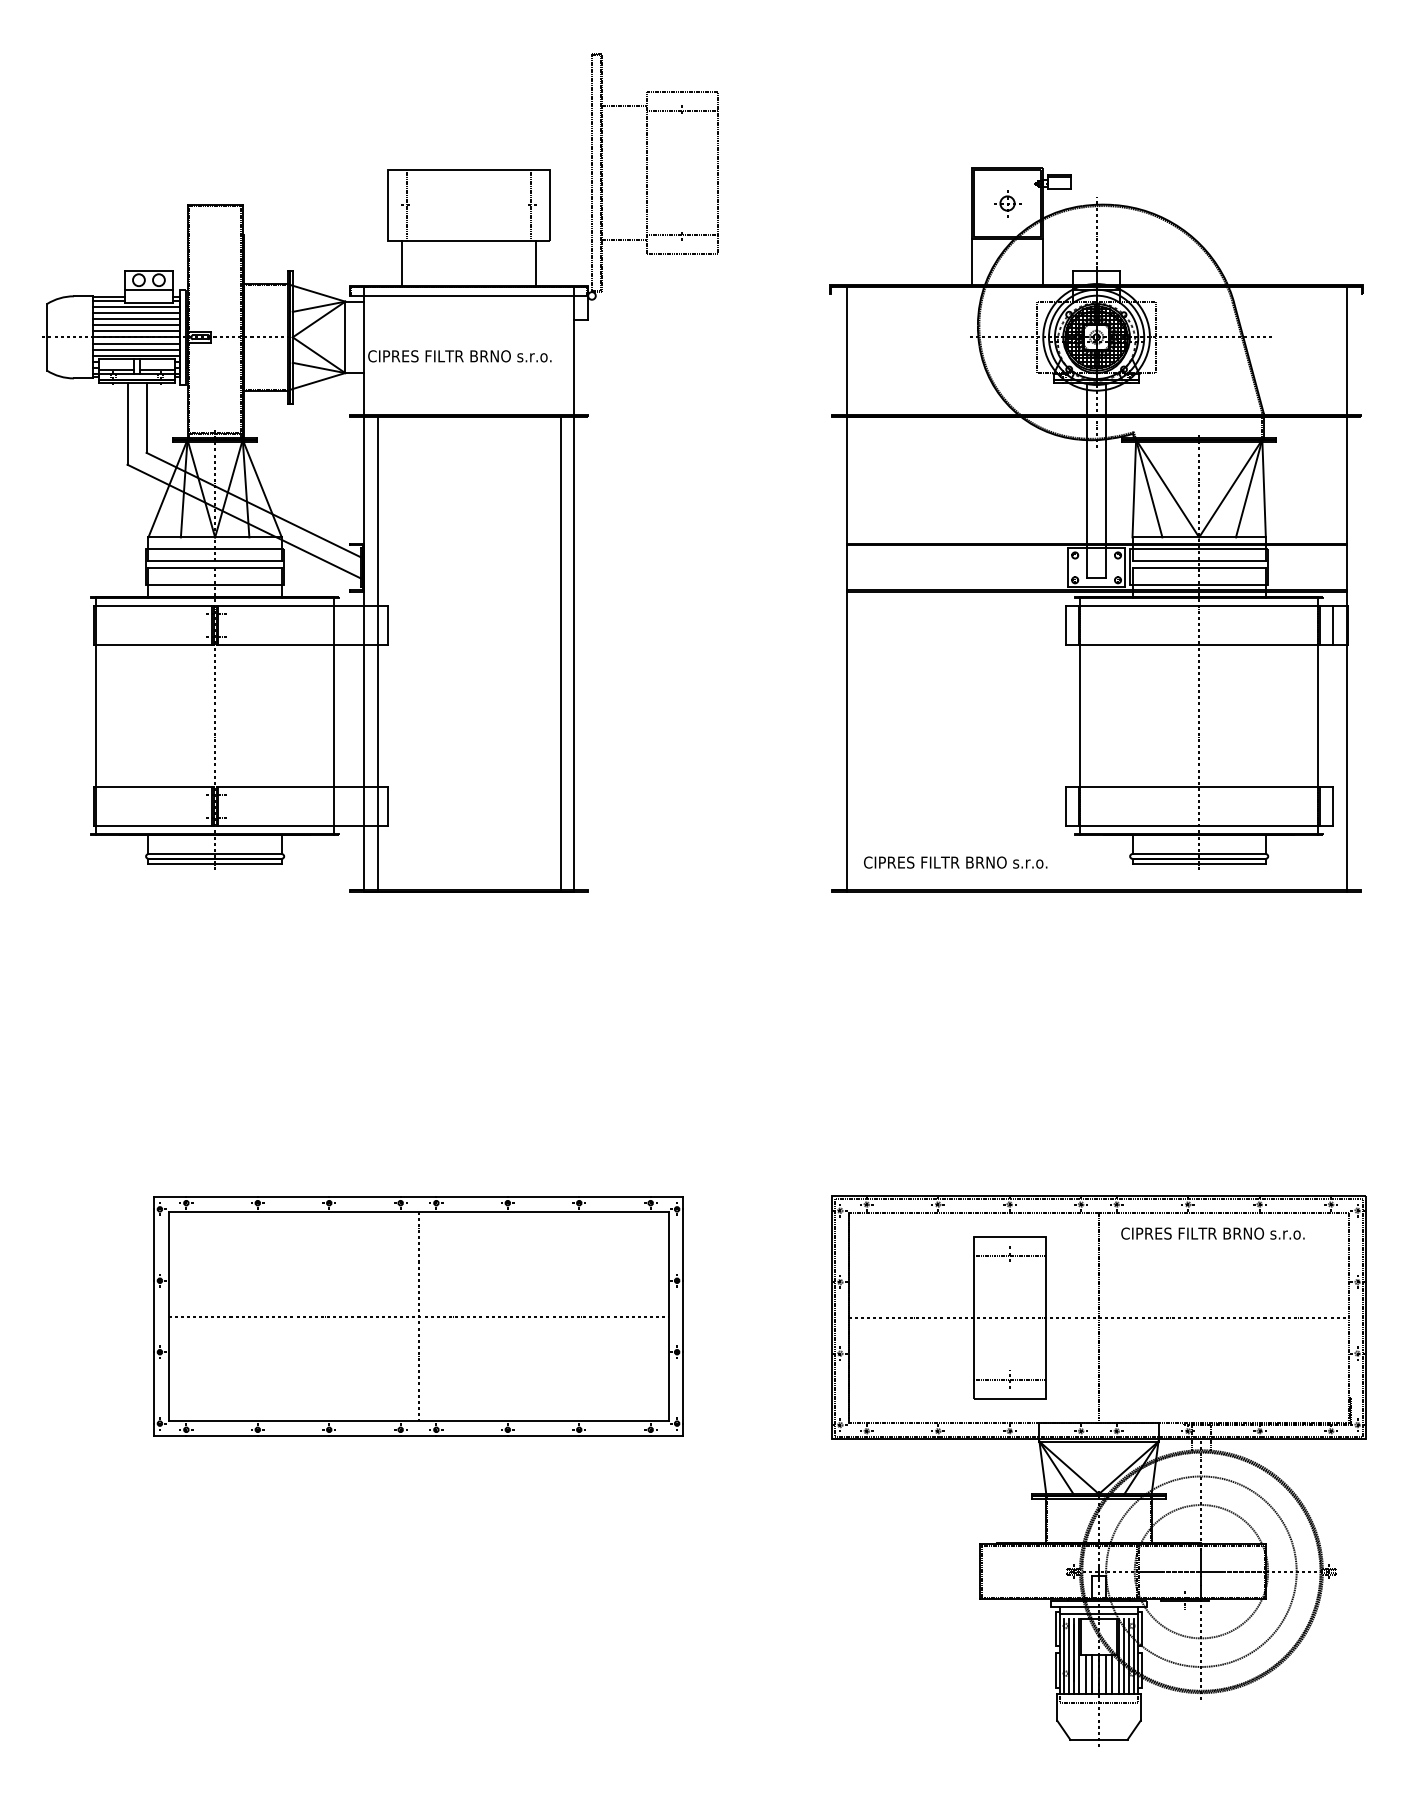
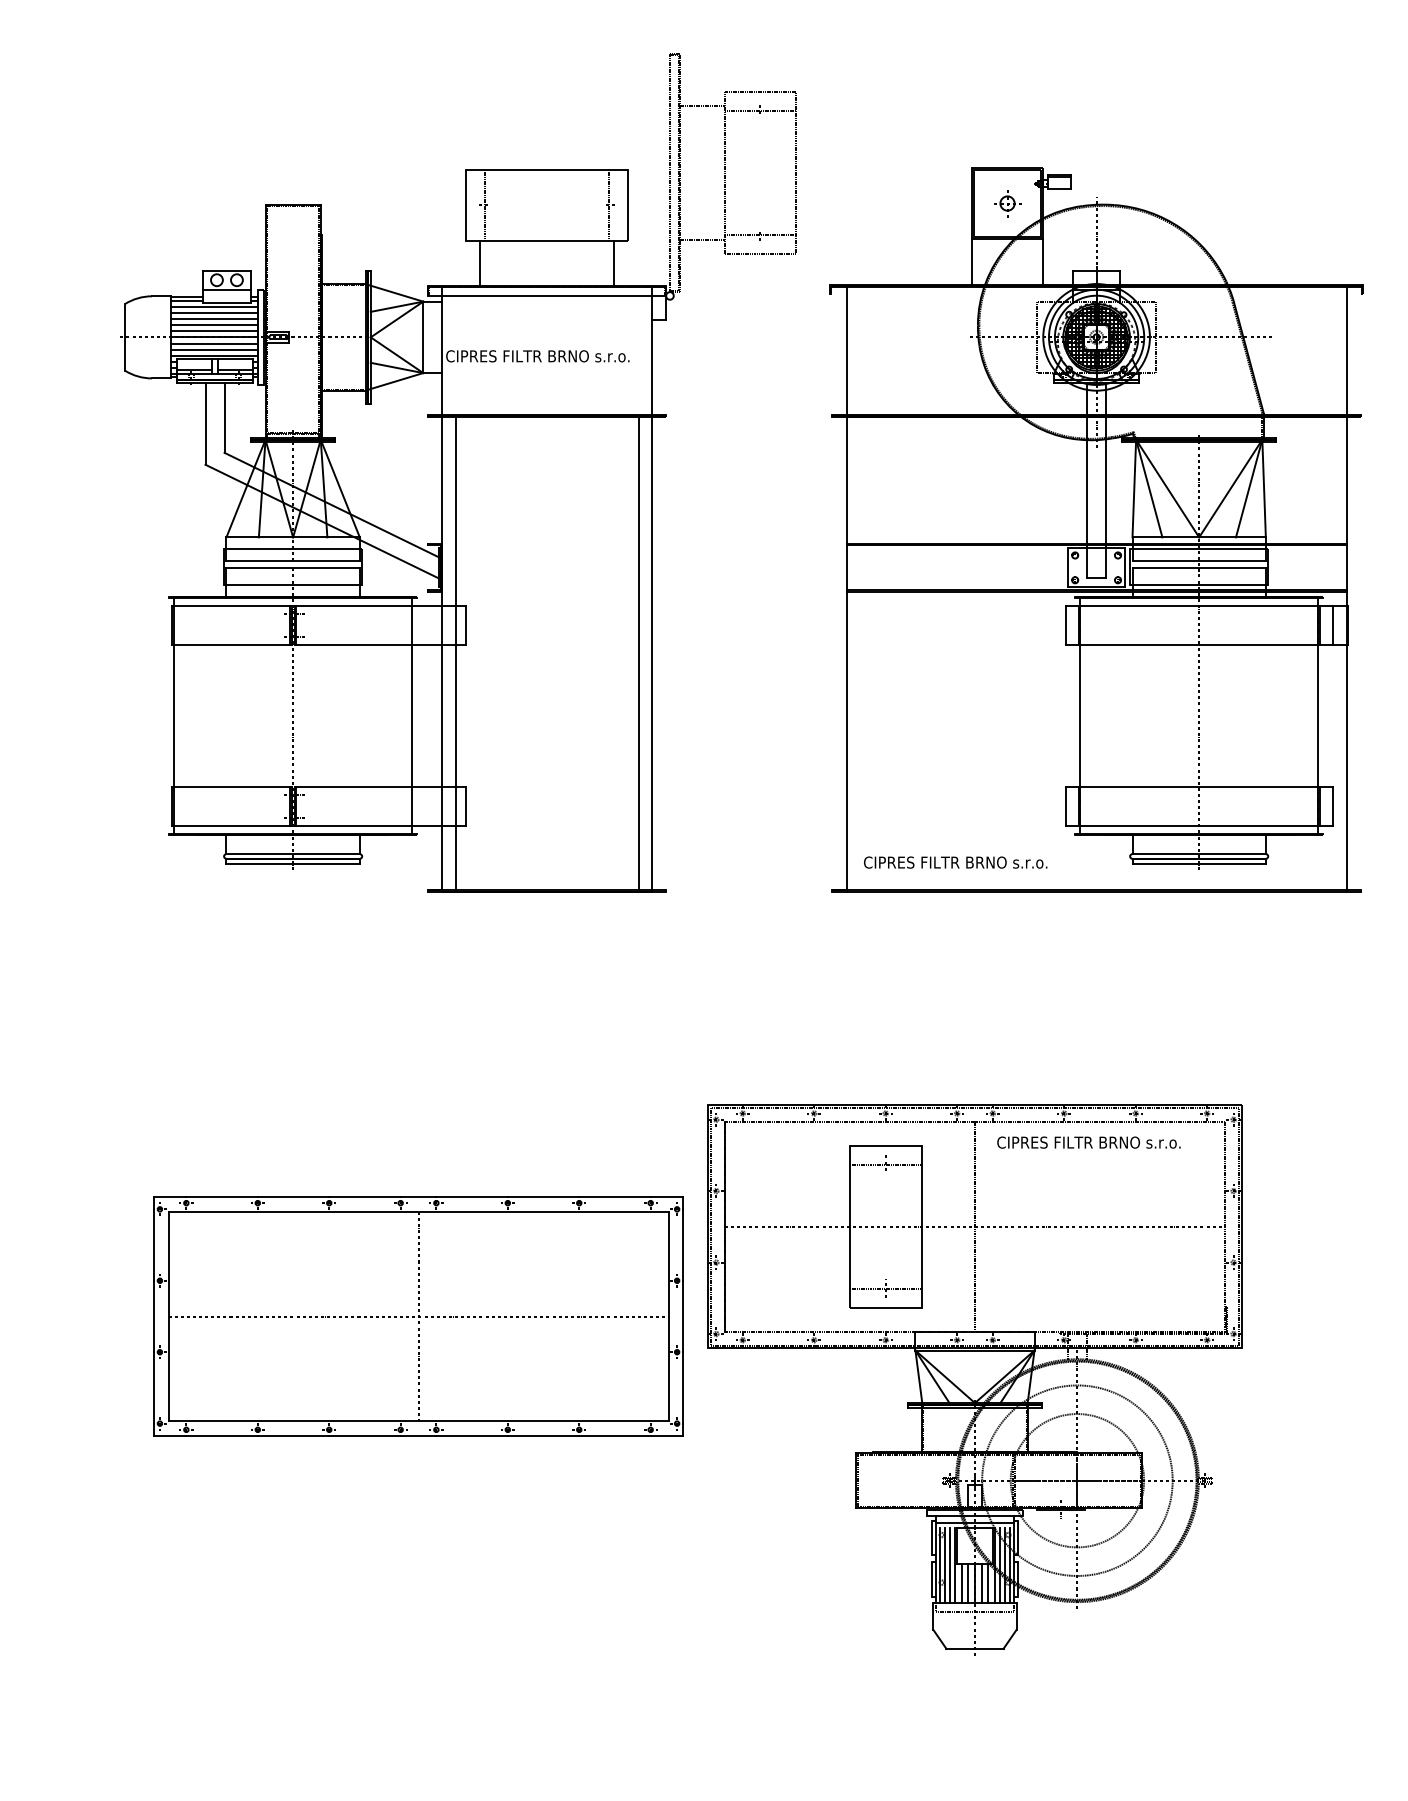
part at (380, 472) position: (380, 472) -> (458, 472)
part at (1098, 1470) position: (1098, 1470) -> (974, 1379)
